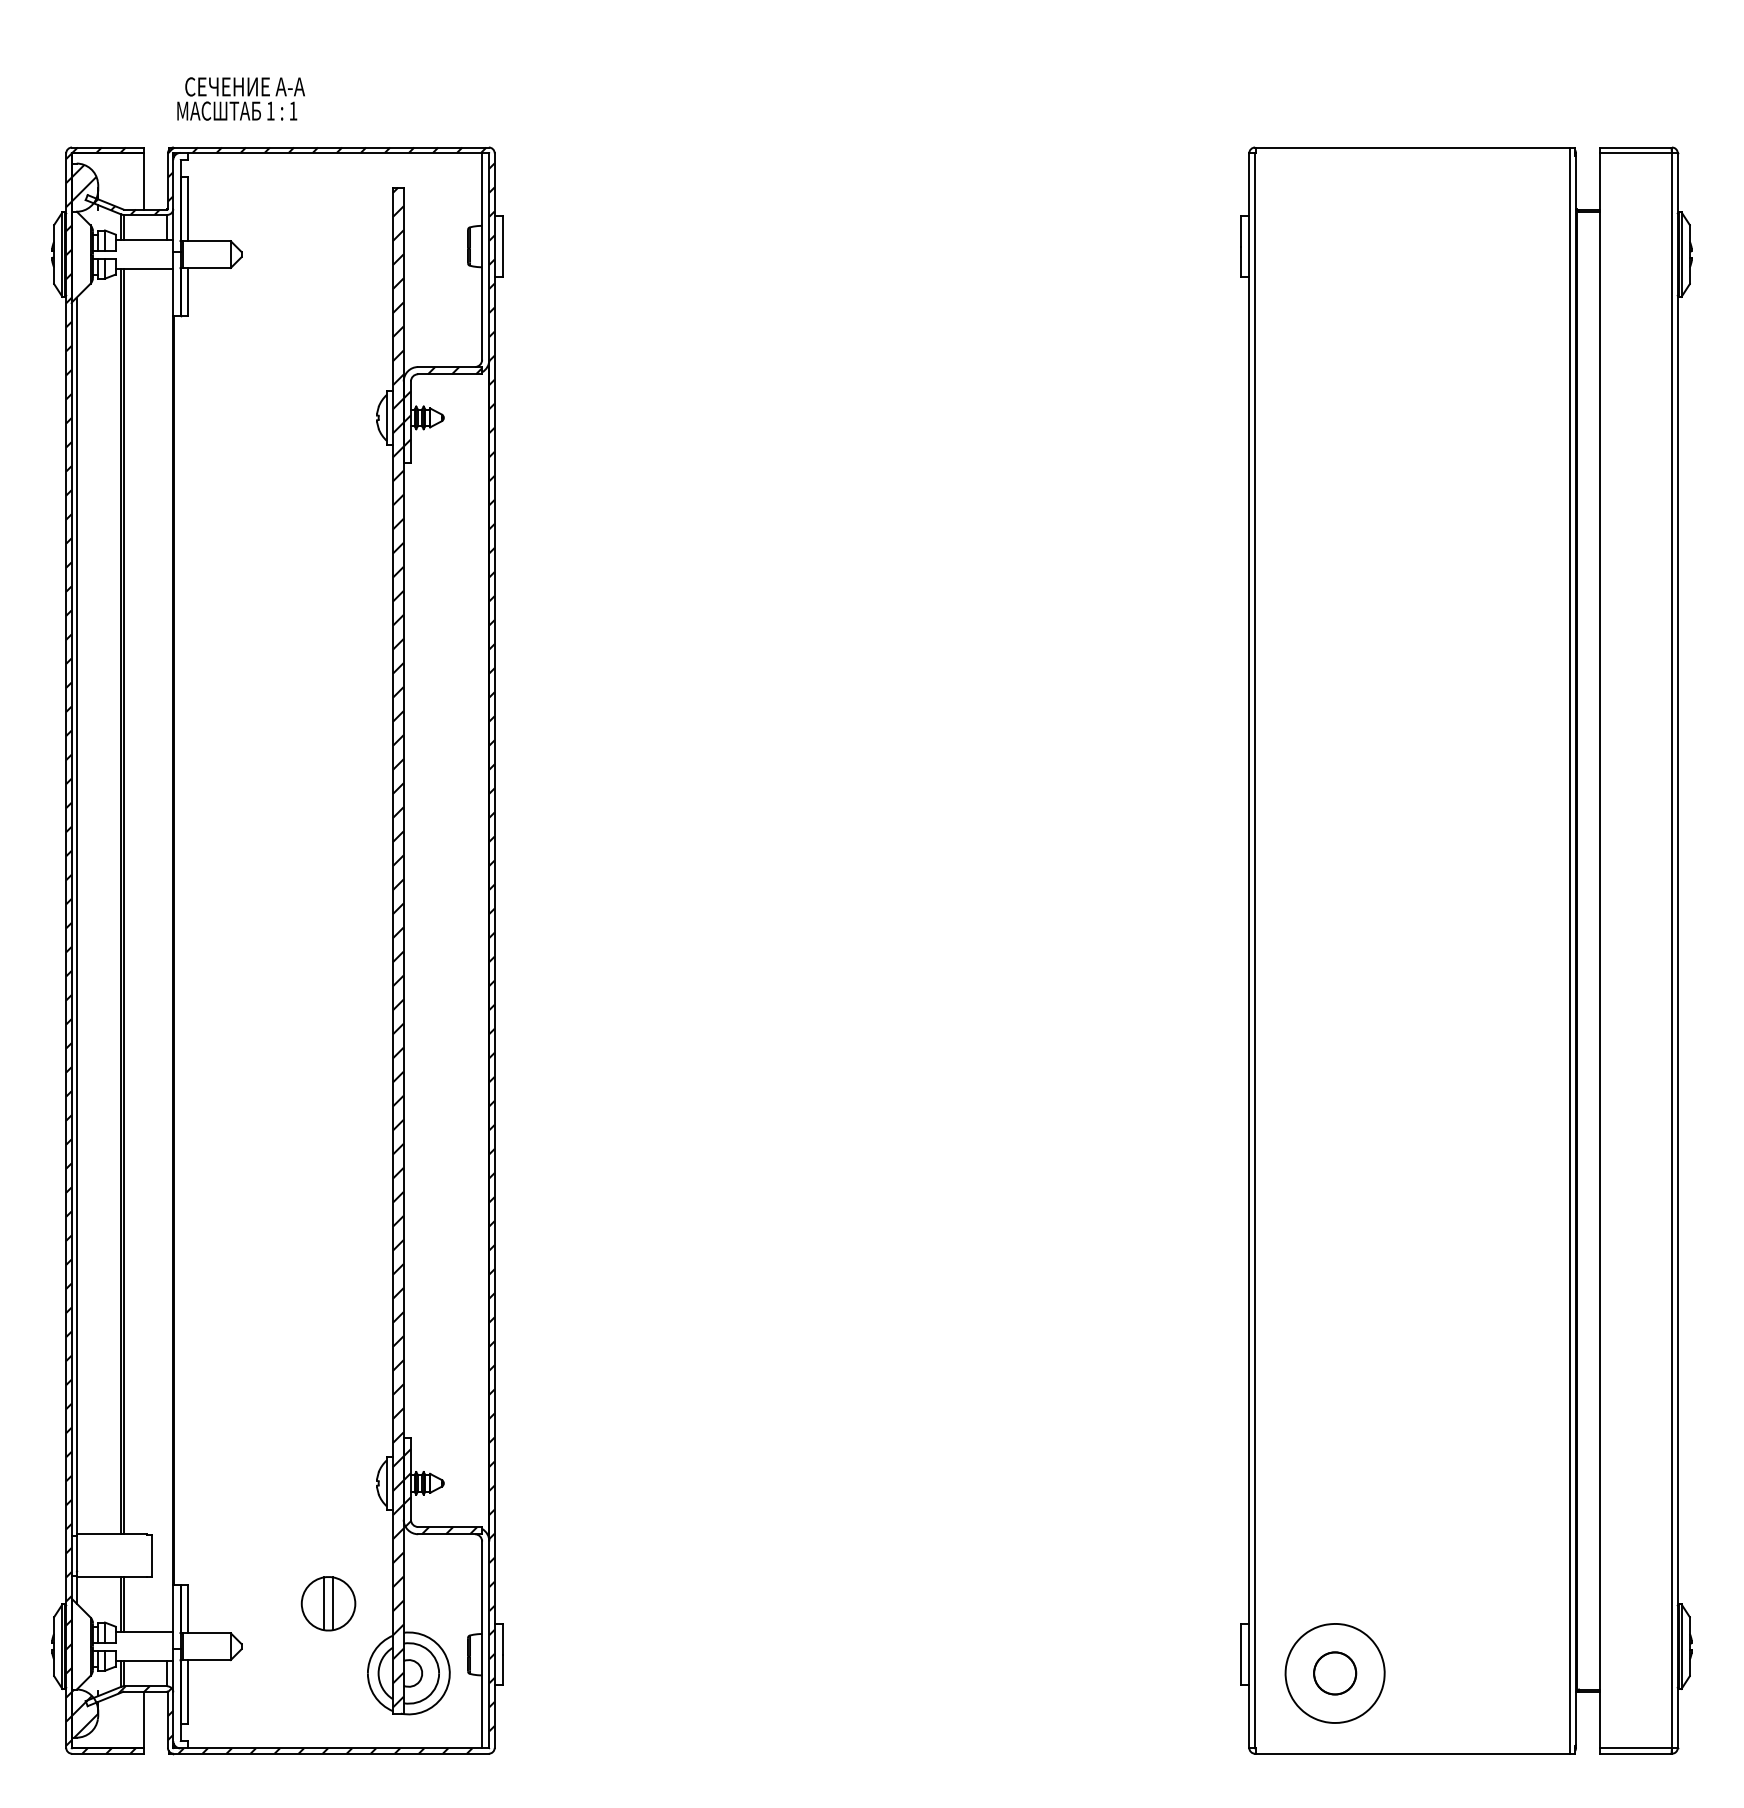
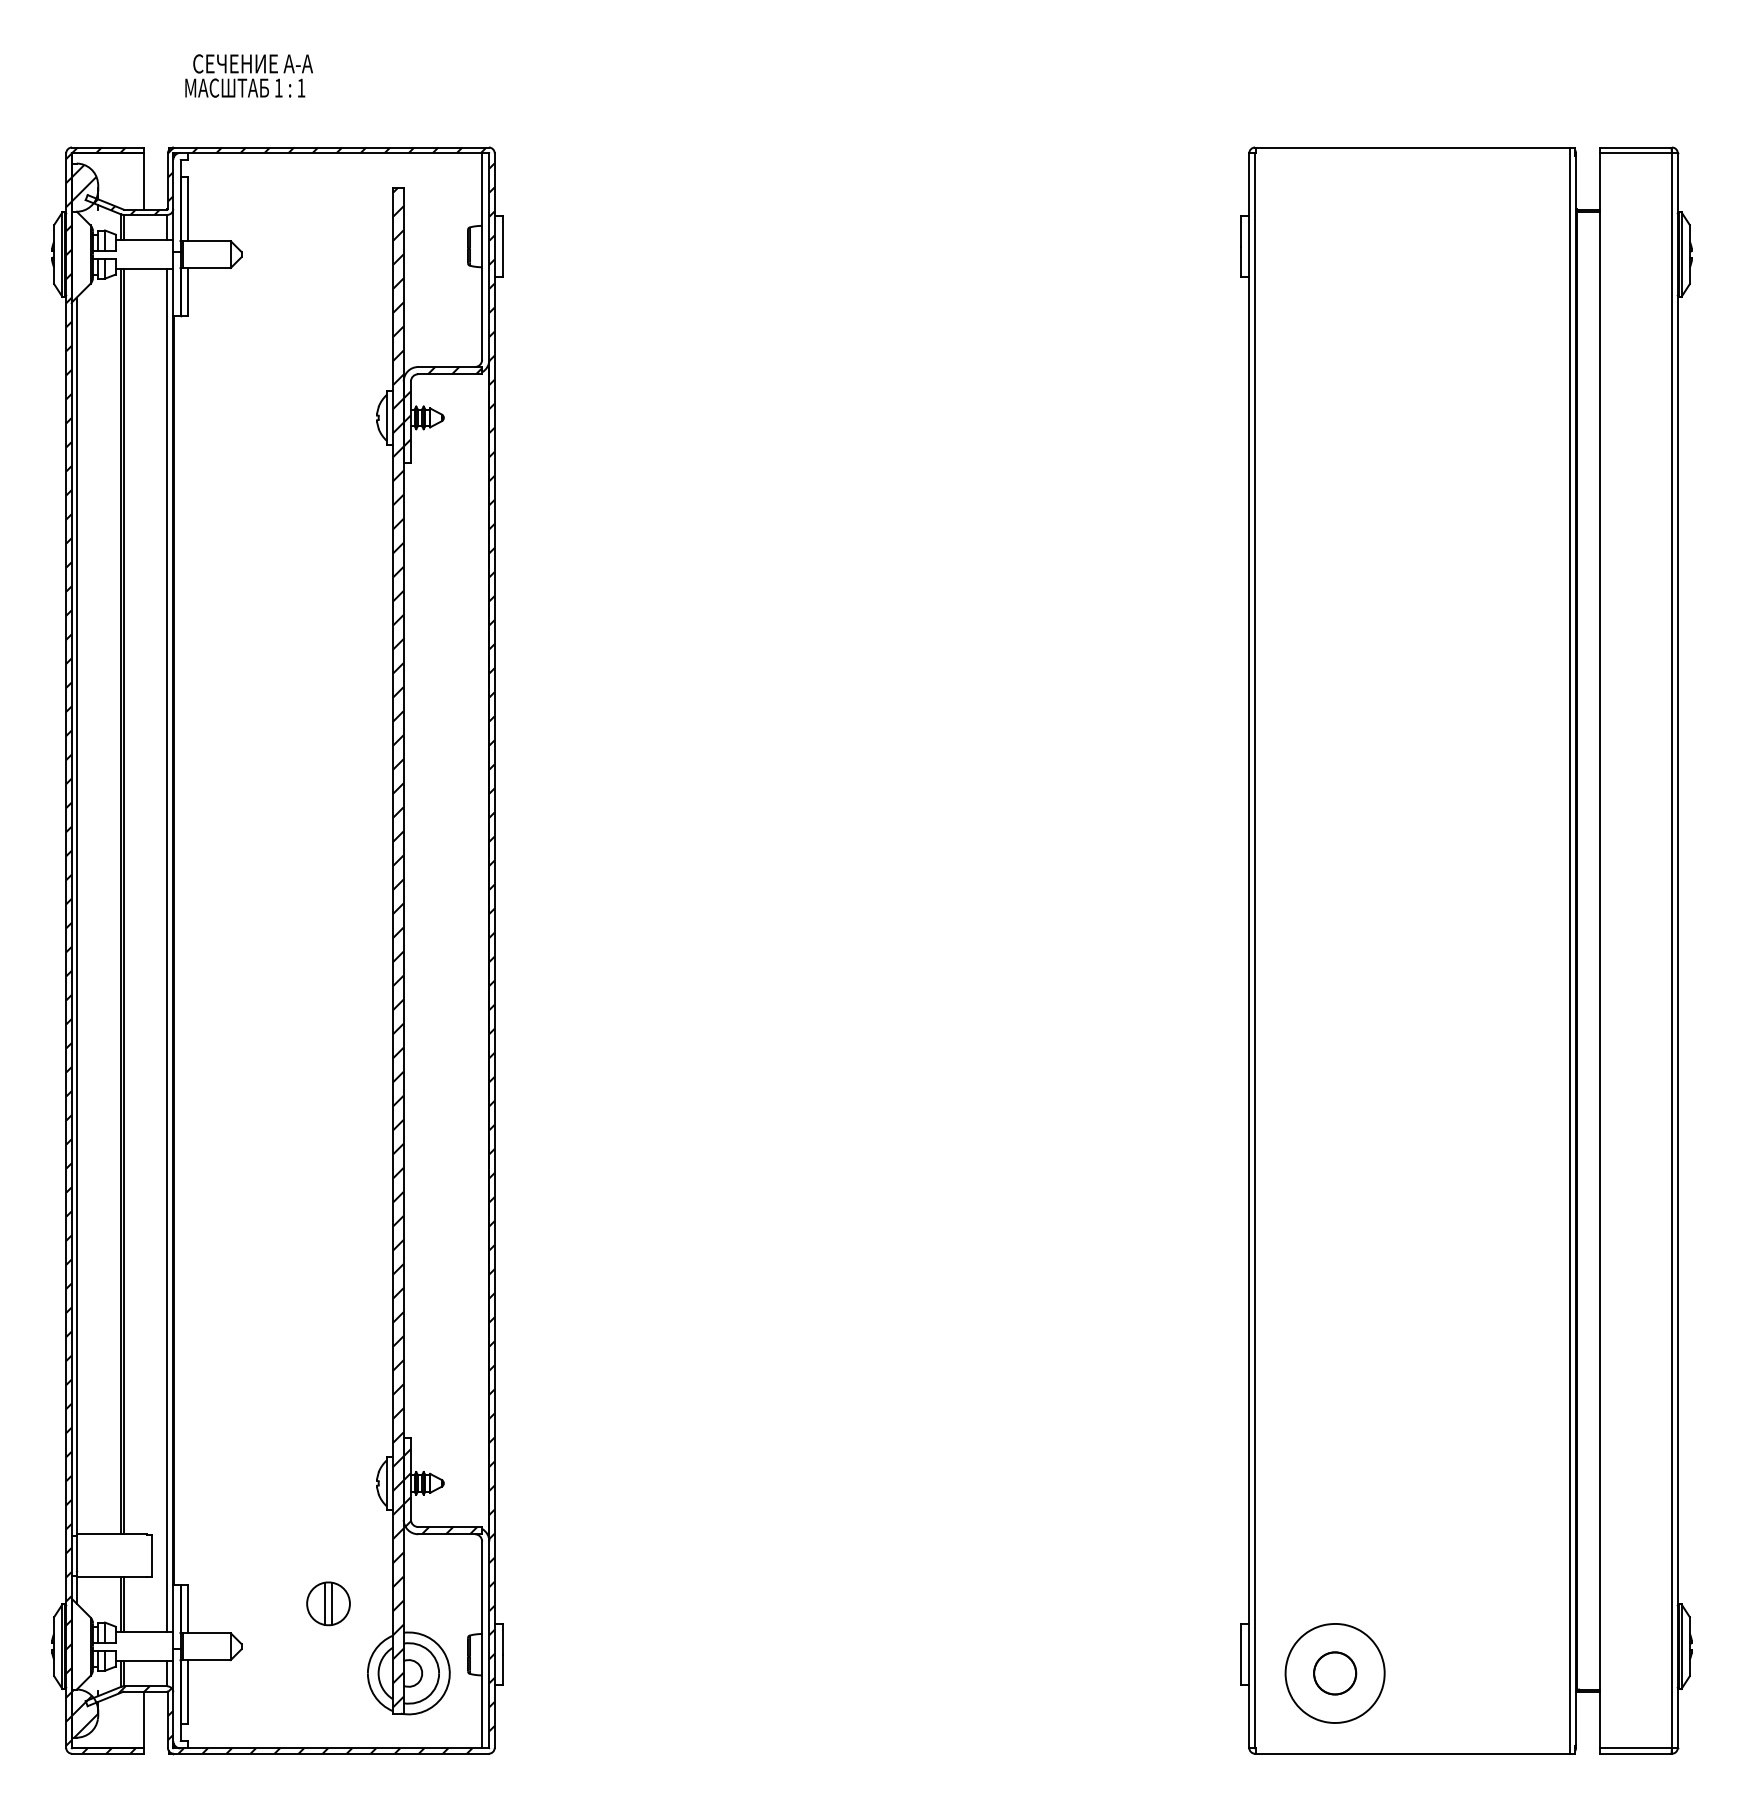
text at (240, 98) position: (240, 98) -> (248, 75)
line at (167, 950): none -> present
part at (328, 1603) size: 57x56 px -> 45x46 px
